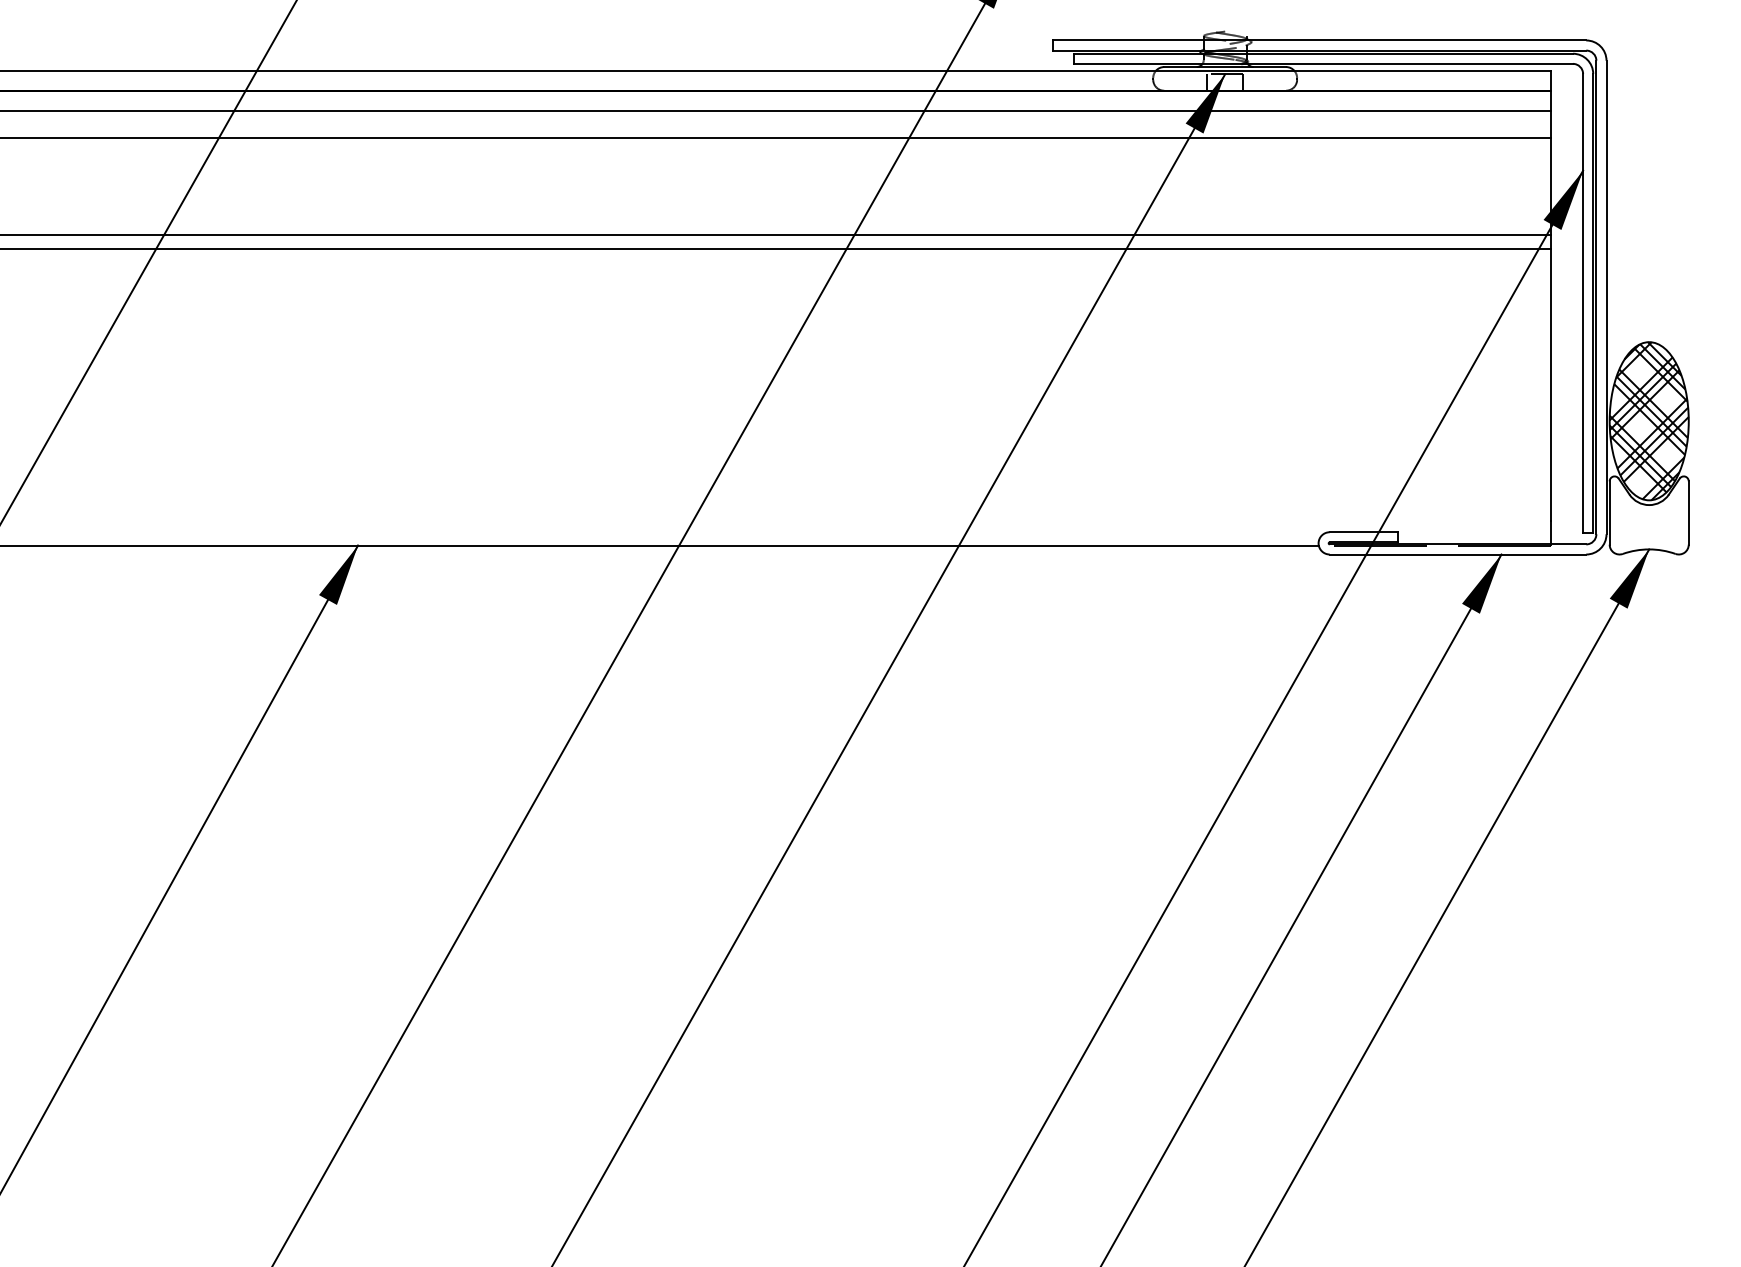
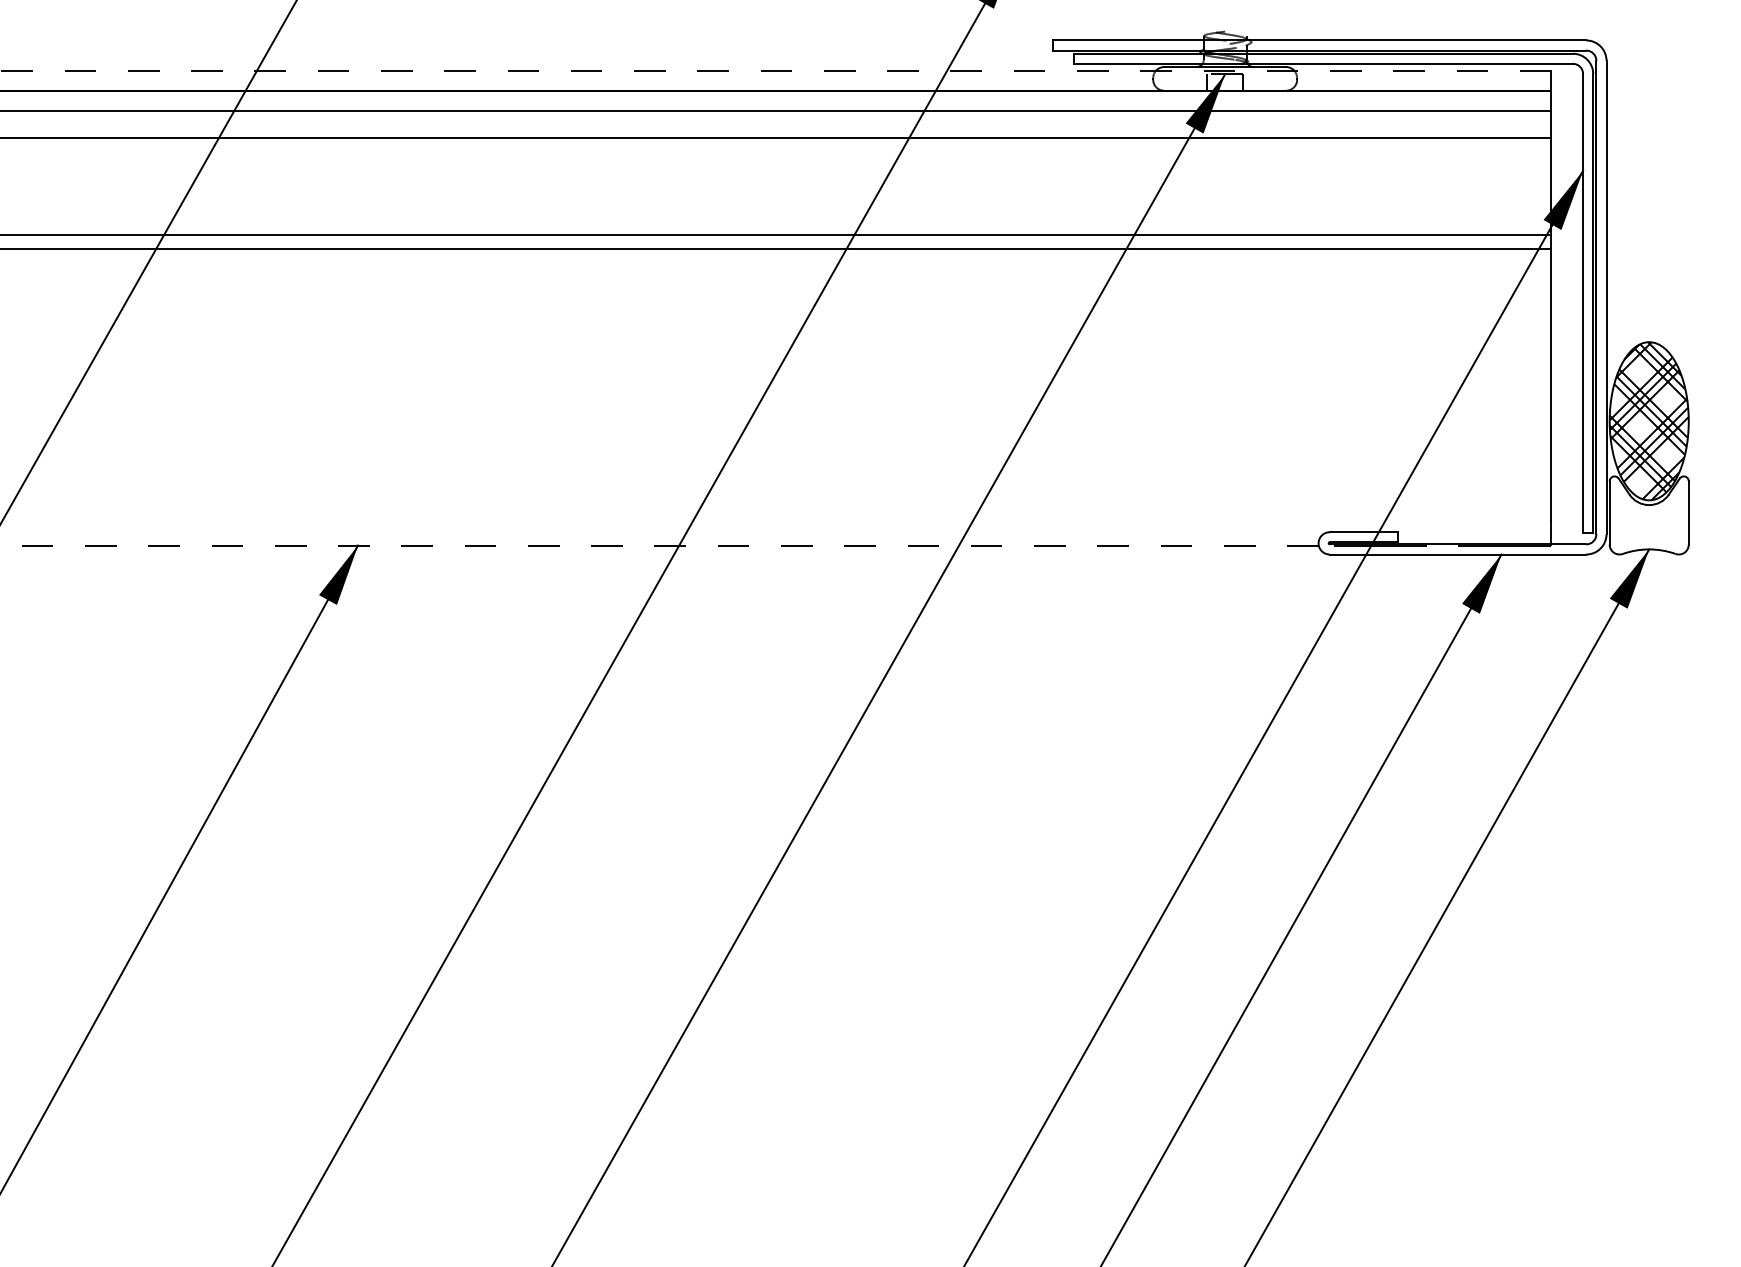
line at (775, 71): solid -> dashed
line at (659, 545): solid -> dashed
